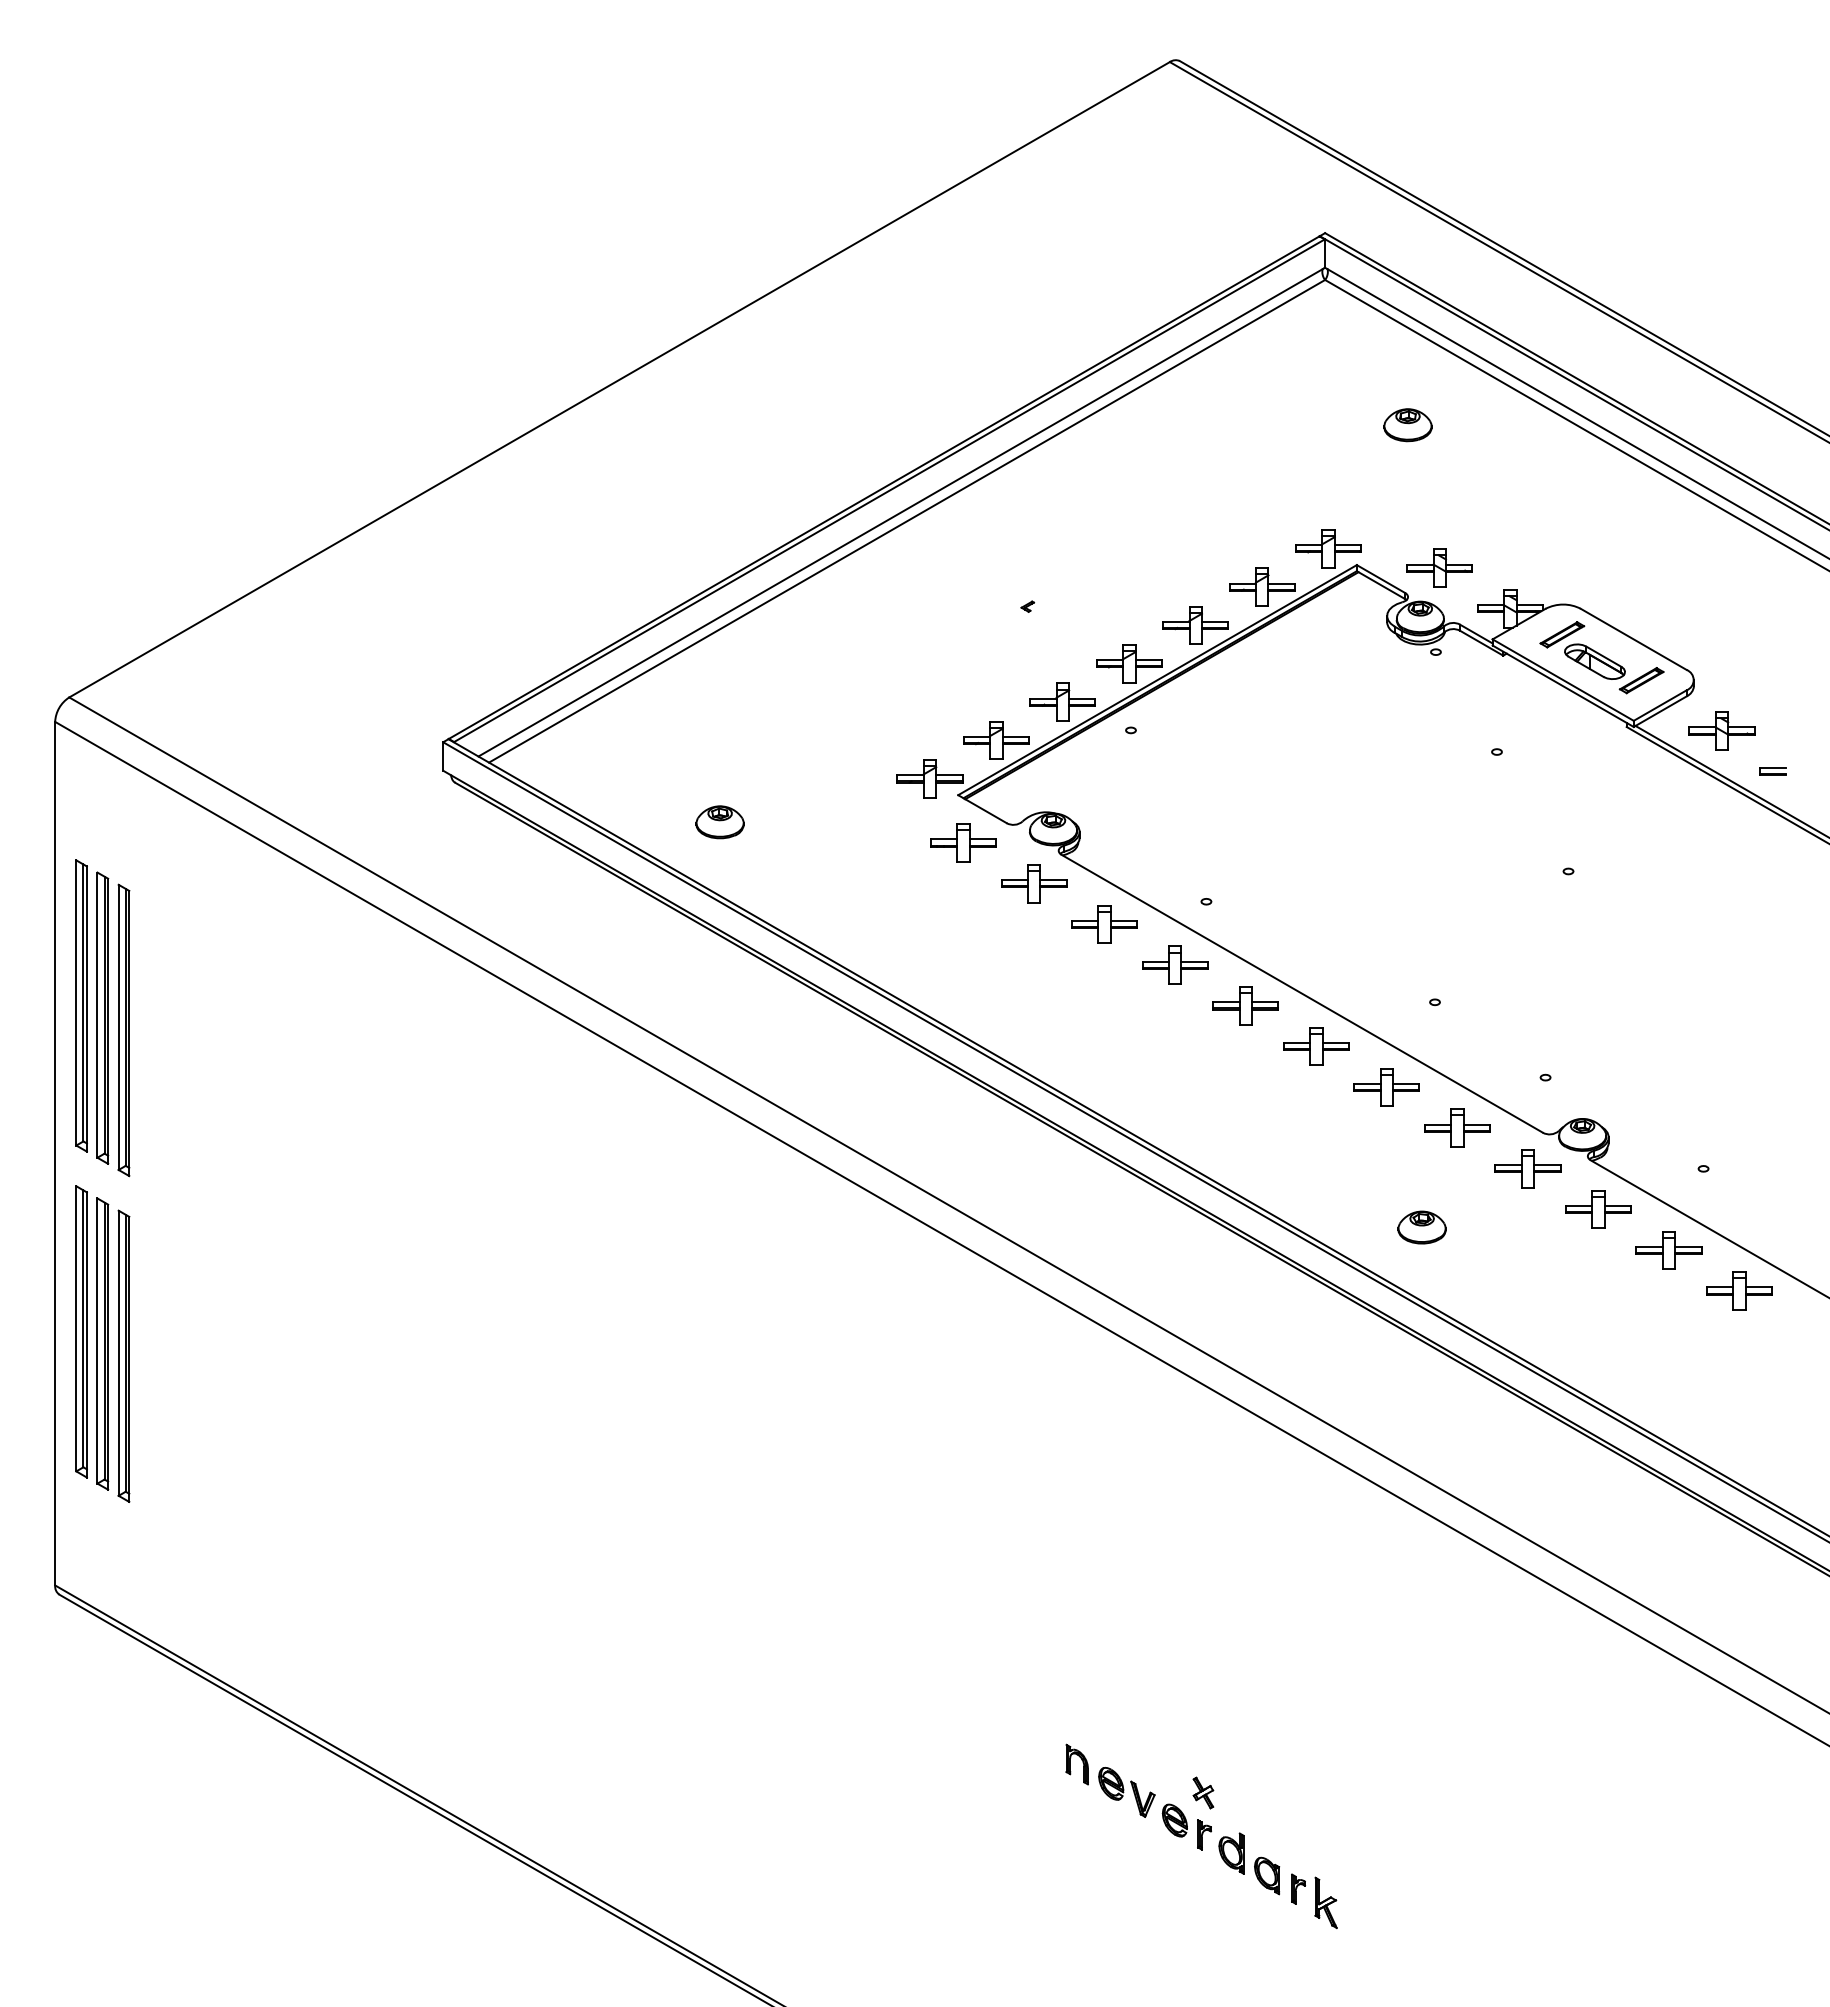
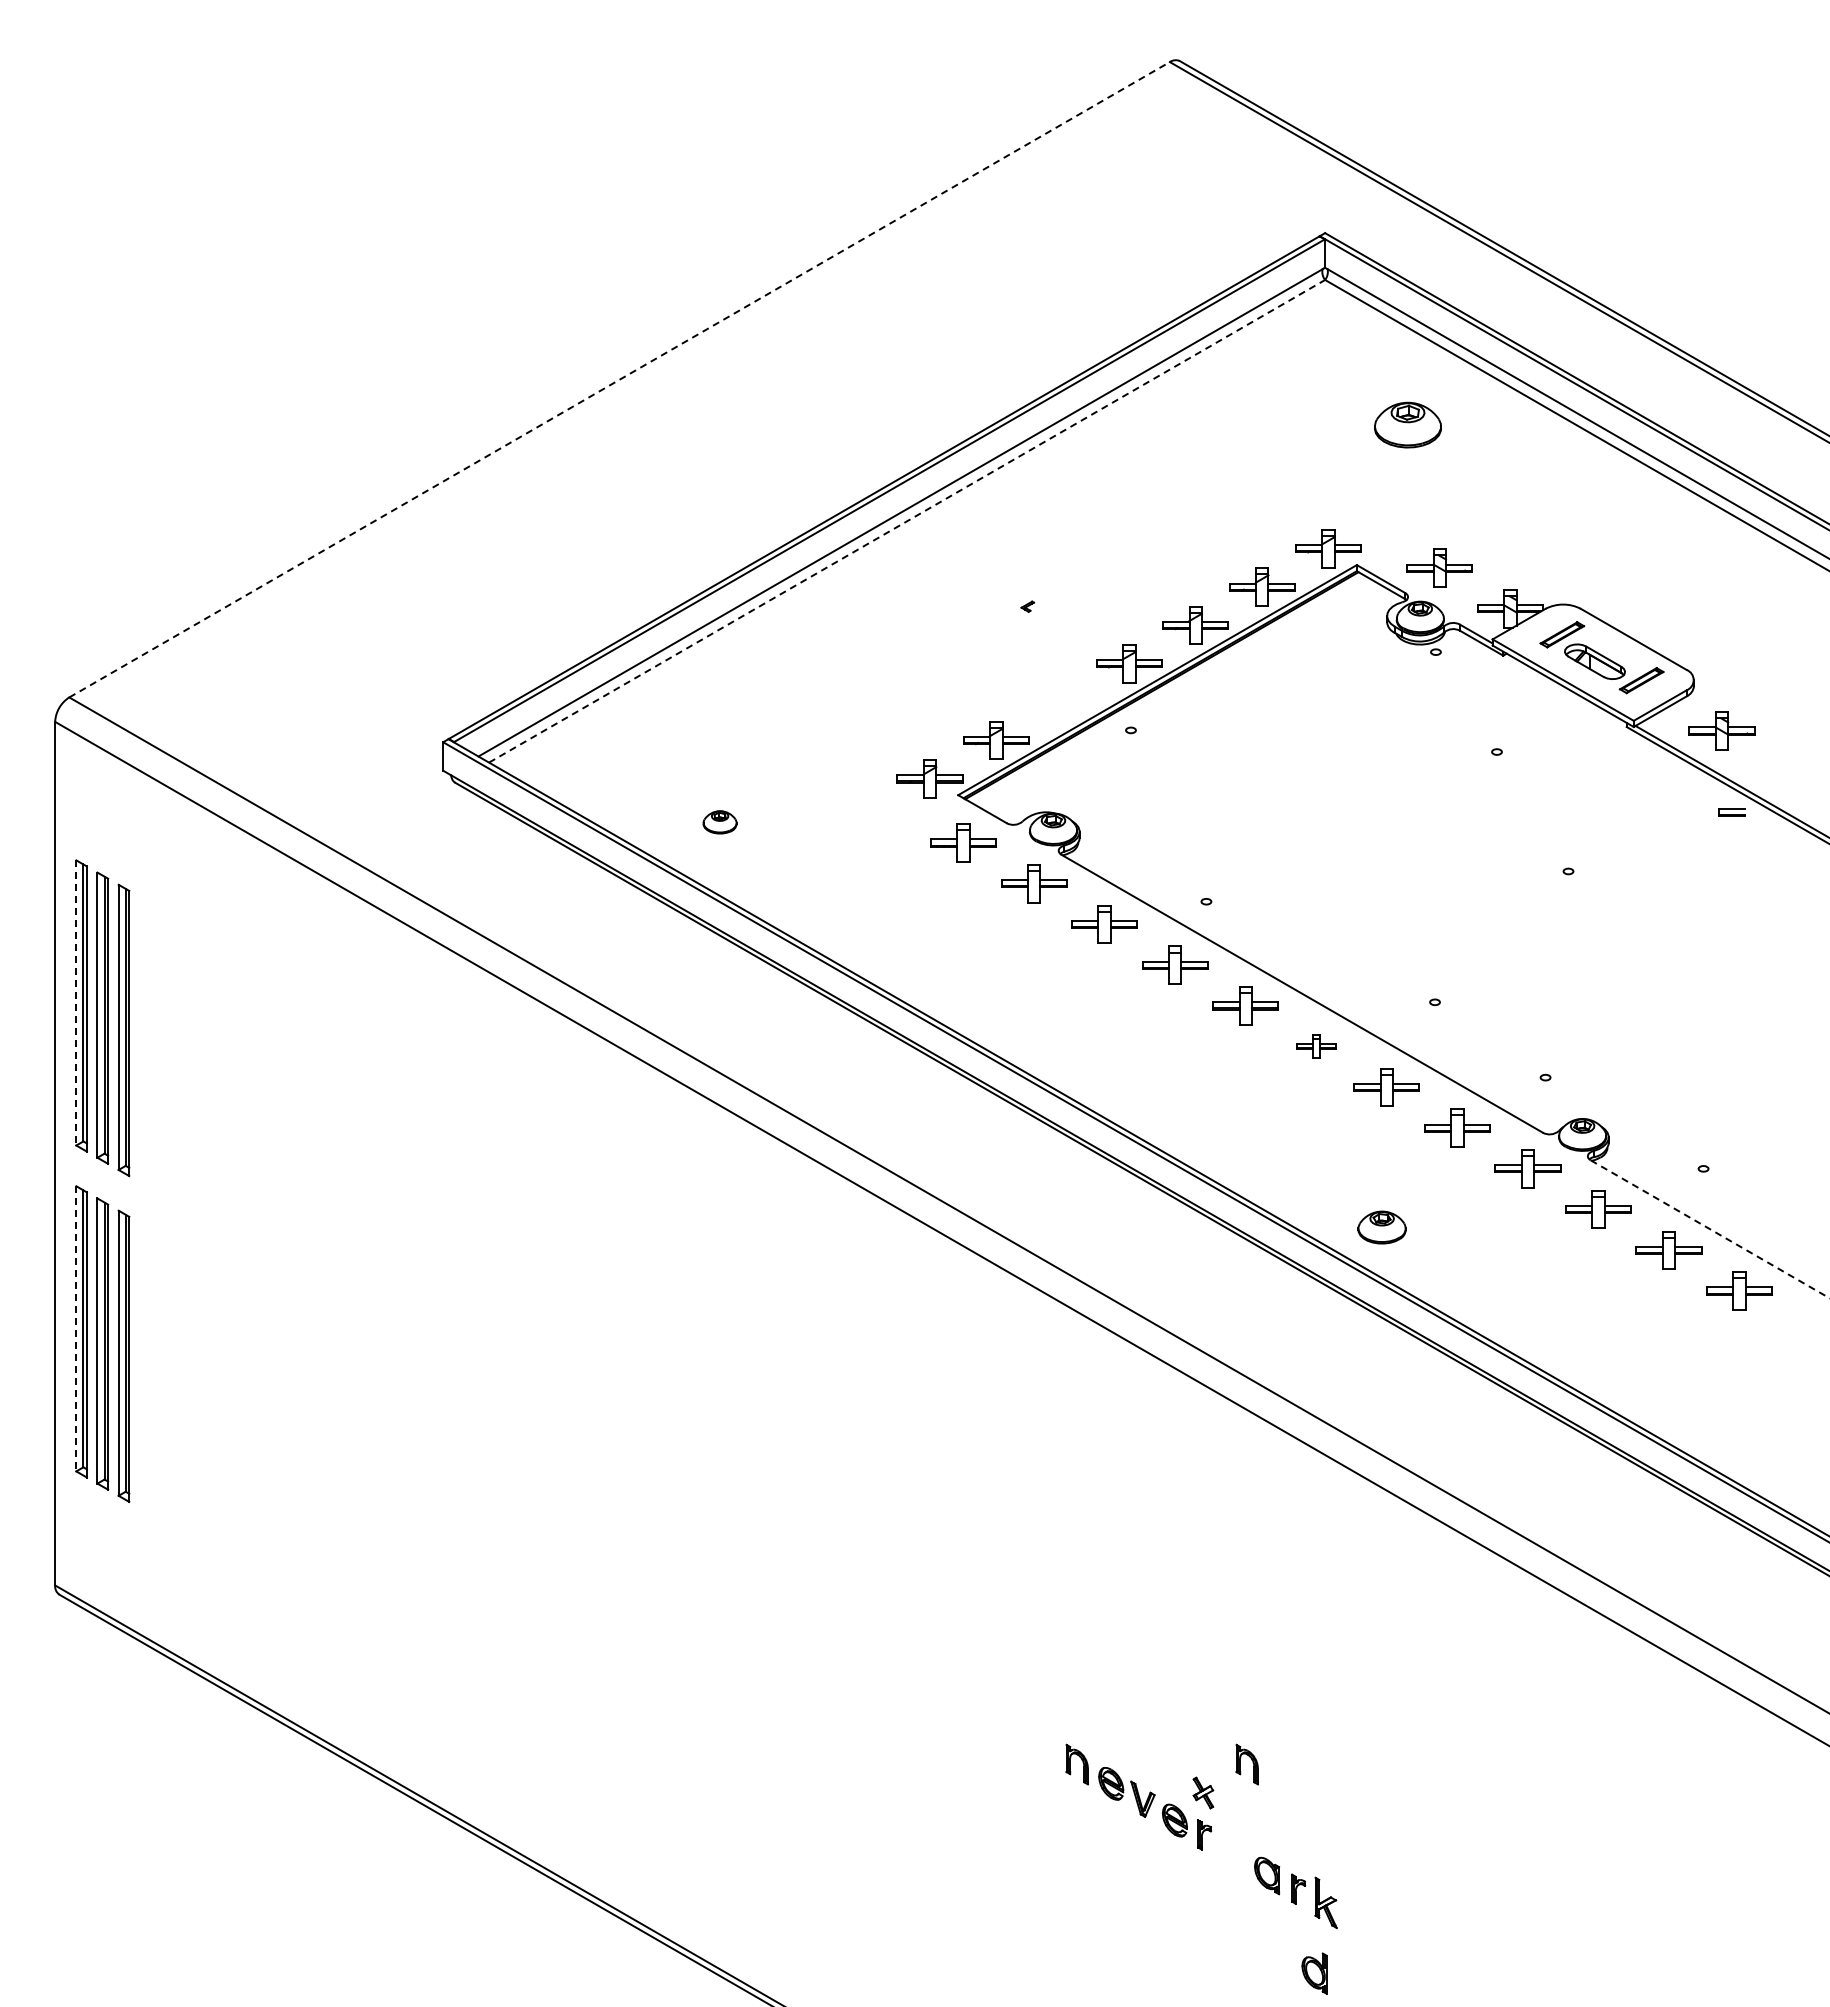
line at (620, 379): solid -> dashed
part at (1407, 425) size: 50x35 px -> 68x48 px
line at (907, 521): solid -> dashed
part at (1062, 701): present -> none
part at (1772, 771) position: (1772, 771) -> (1731, 812)
part at (719, 822) size: 50x35 px -> 36x25 px
line at (76, 1002): solid -> dashed
part at (1316, 1046) size: 67x39 px -> 41x25 px
part at (1421, 1227) position: (1421, 1227) -> (1381, 1227)
line at (1710, 1229): solid -> dashed
line at (76, 1328): solid -> dashed
part at (1246, 1764): none -> present
part at (1231, 1853) position: (1231, 1853) -> (1314, 1973)
